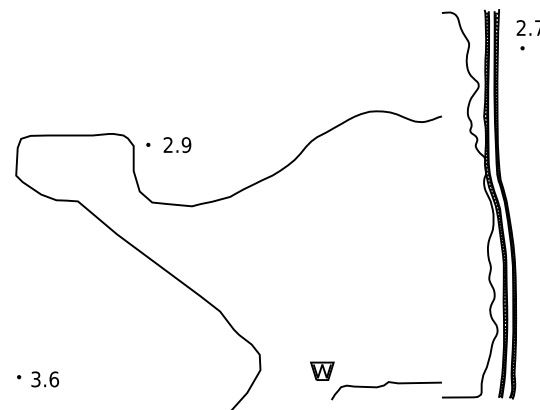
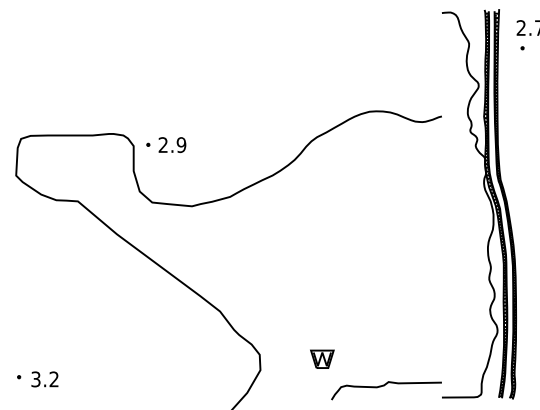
text at (177, 144) position: (177, 144) -> (172, 144)
part at (322, 370) position: (322, 370) -> (322, 358)
text at (54, 379): 3.6 -> 3.2
